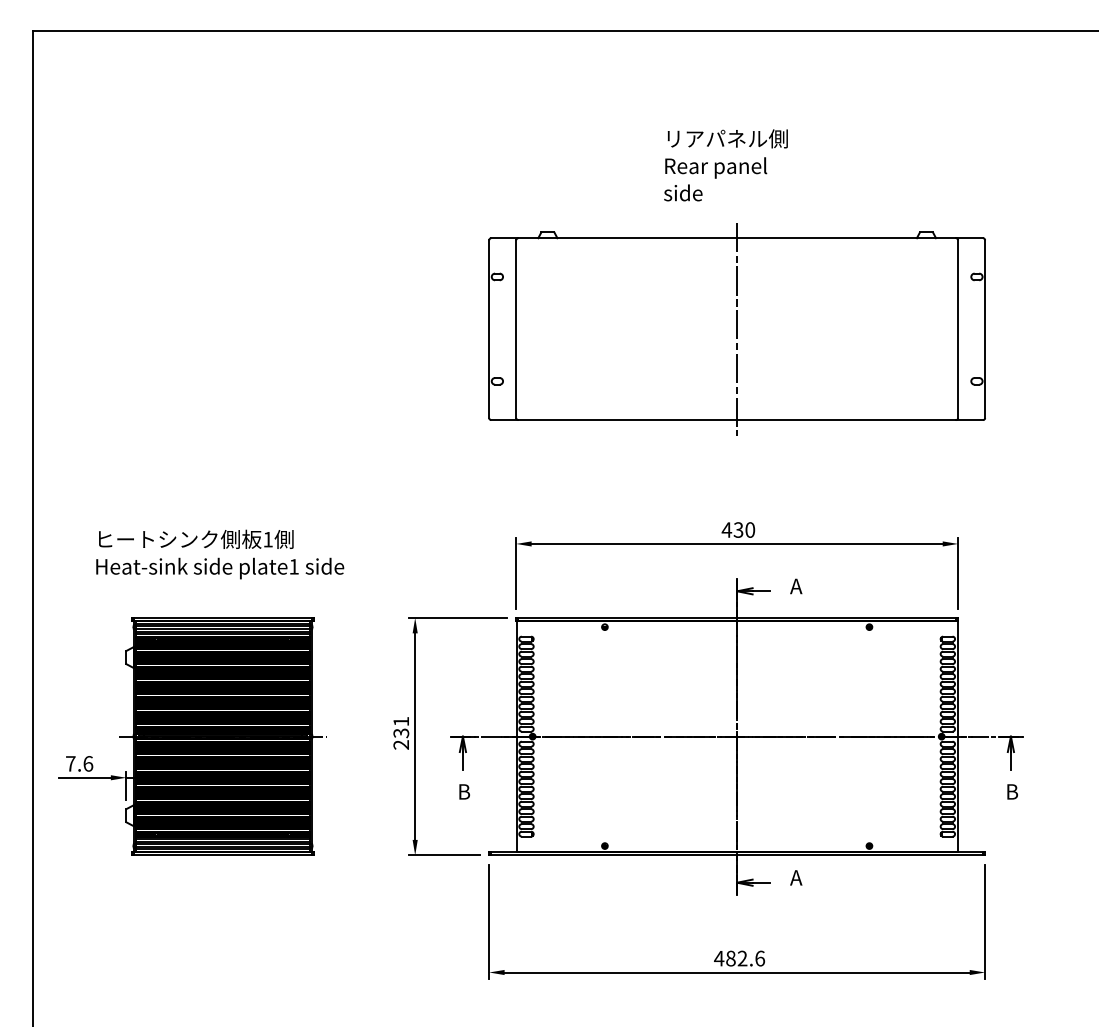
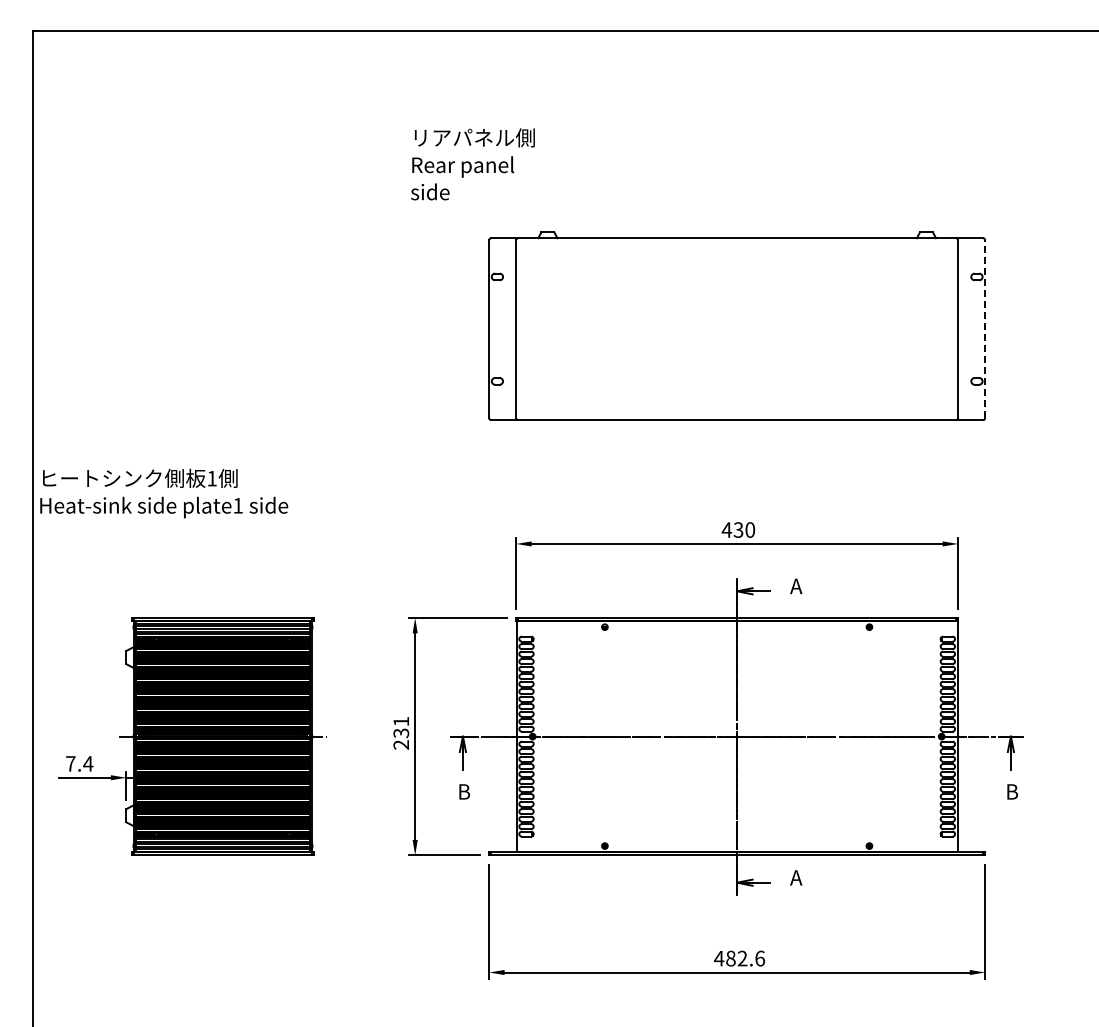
text at (725, 165) position: (725, 165) -> (472, 164)
line at (737, 328): present -> none
line at (985, 329): solid -> dashed
text at (220, 554) position: (220, 554) -> (164, 493)
text at (88, 763): 7.6 -> 7.4
